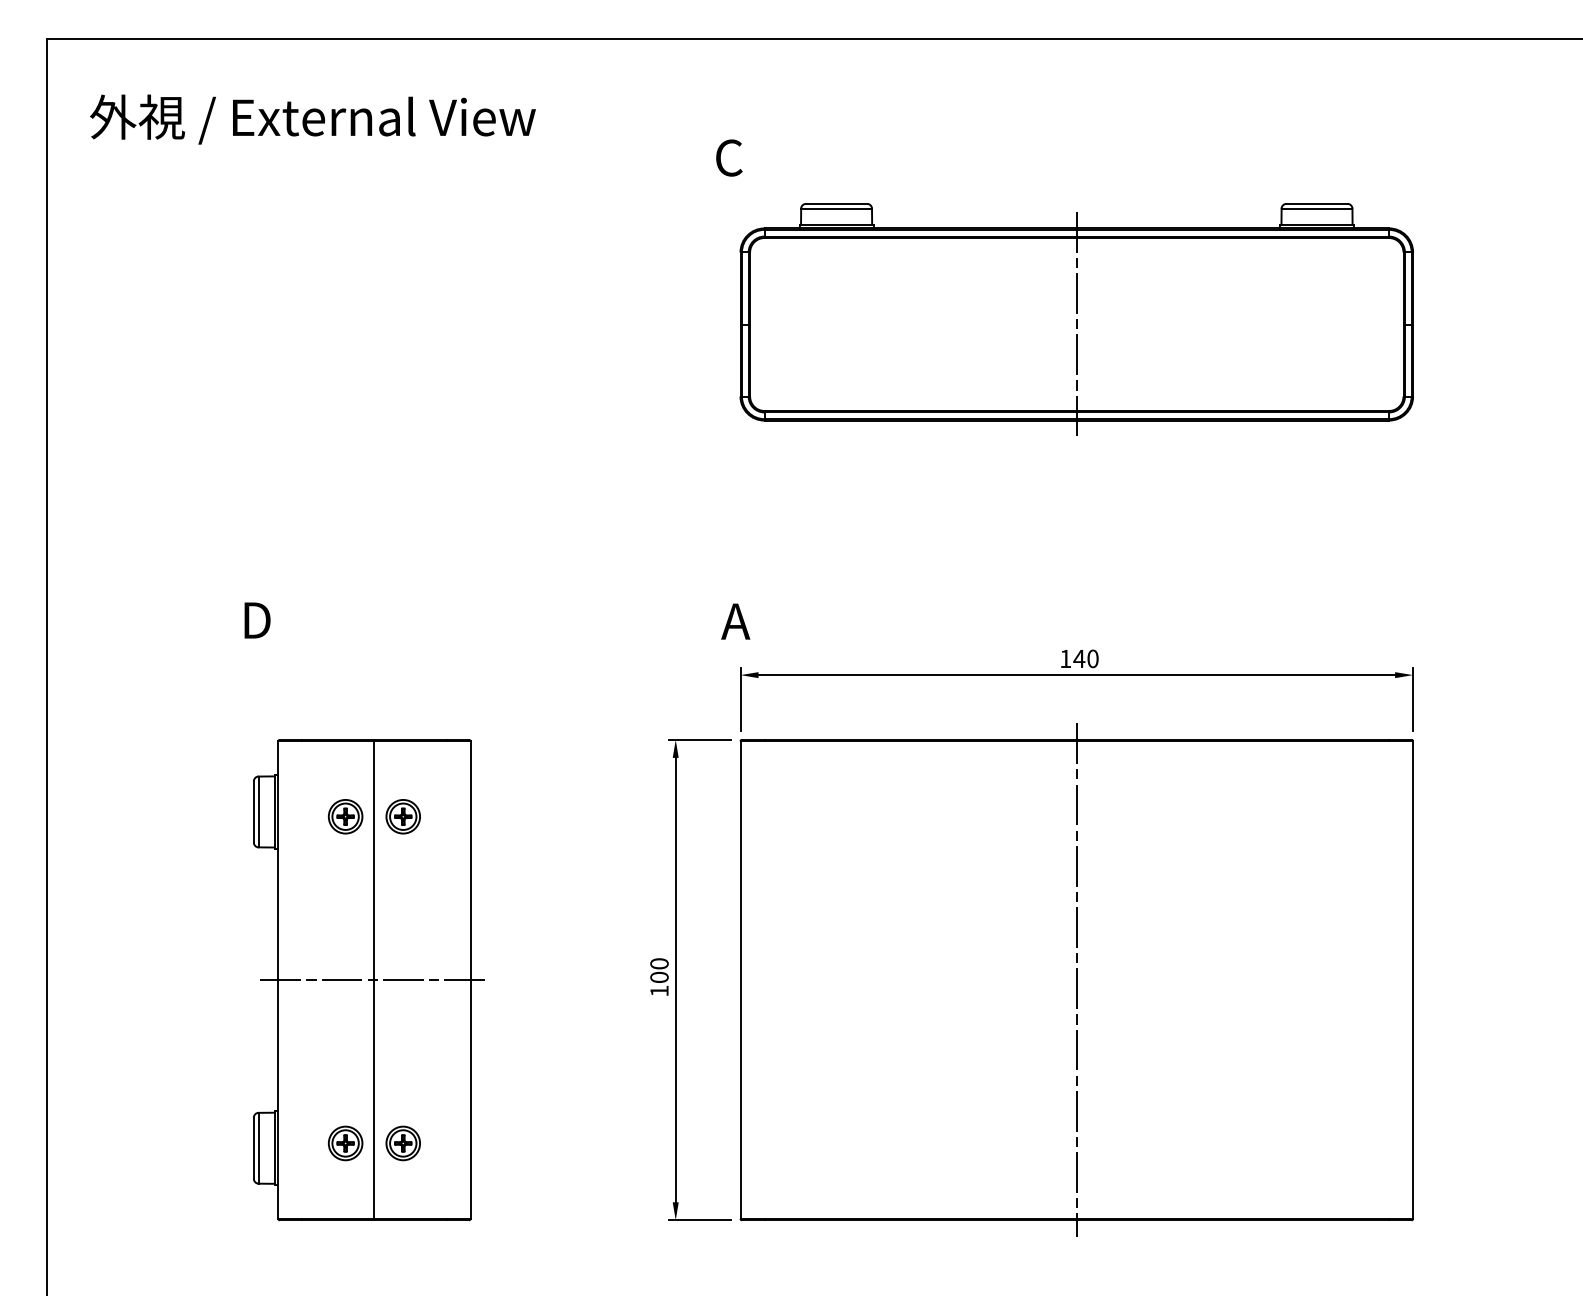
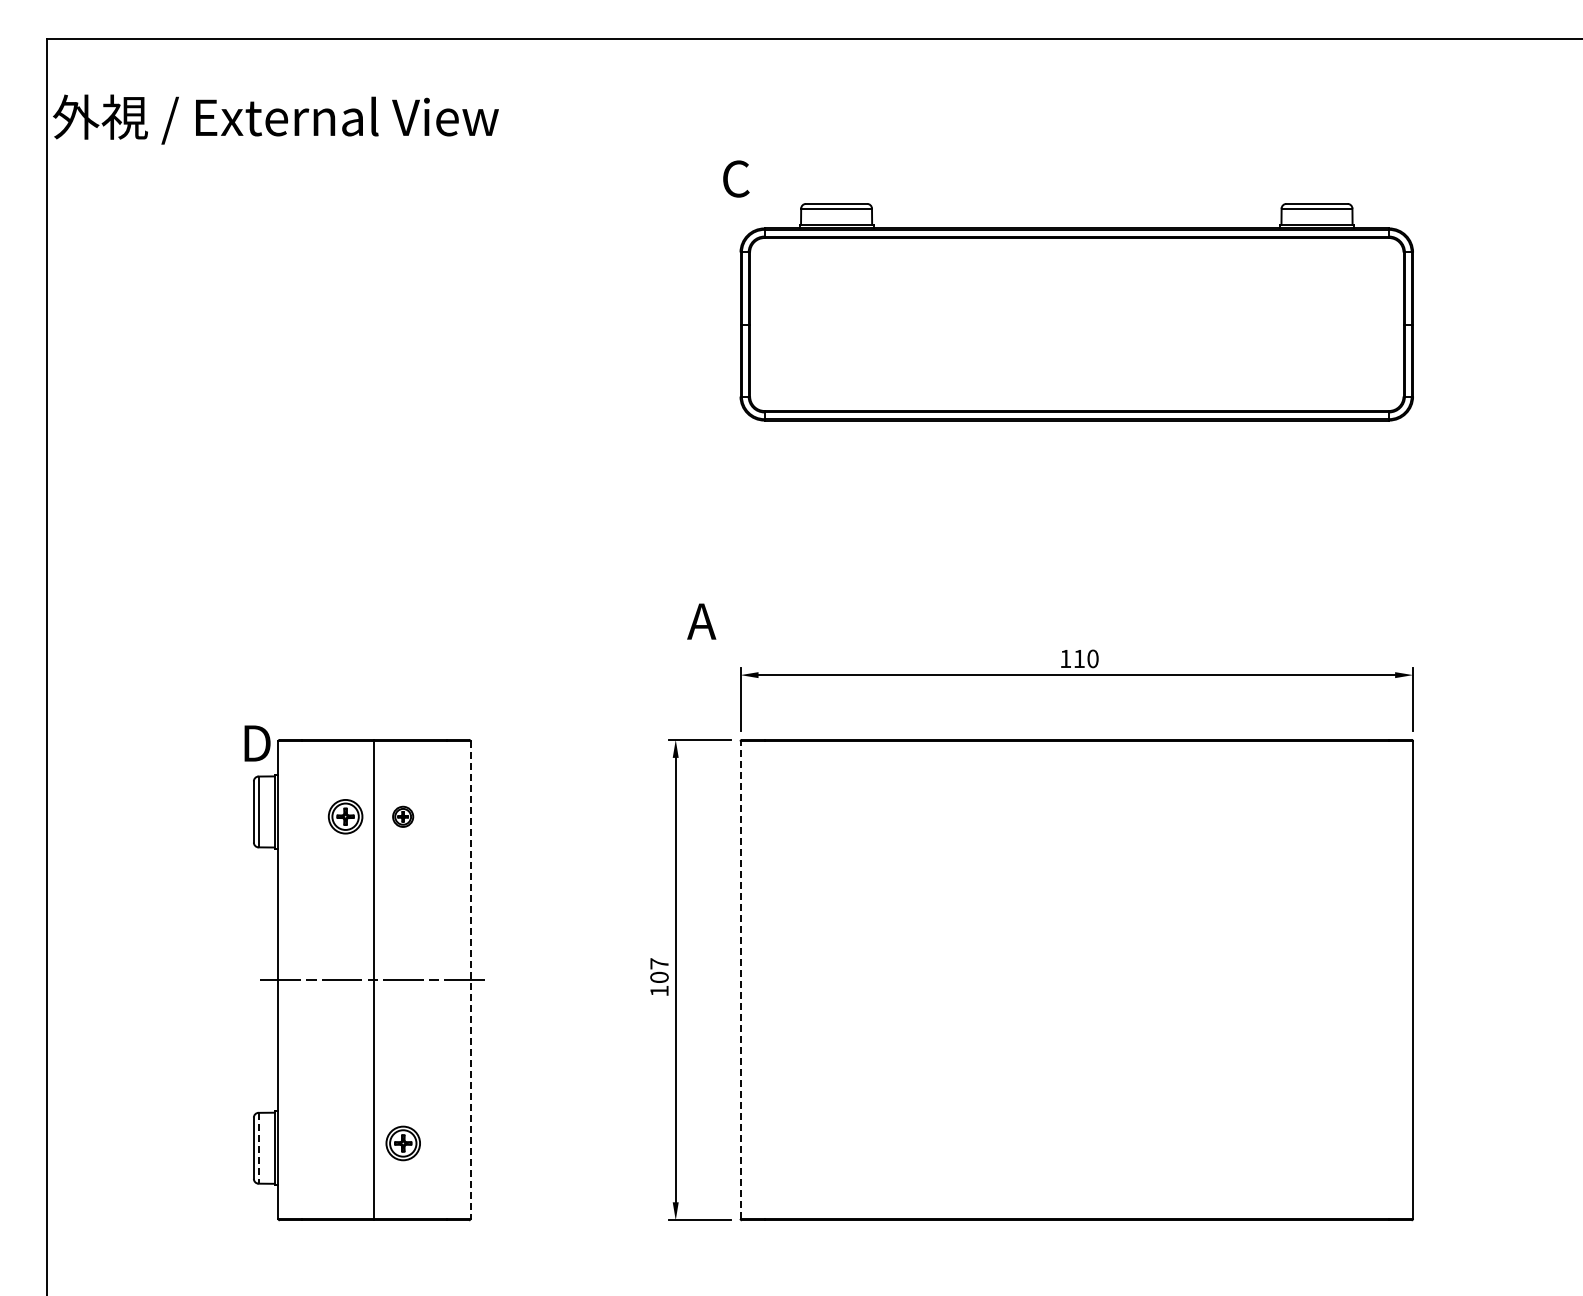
text at (312, 119) position: (312, 119) -> (275, 119)
text at (729, 157) position: (729, 157) -> (736, 178)
line at (1076, 324): present -> none
text at (257, 620) position: (257, 620) -> (257, 743)
text at (735, 621) position: (735, 621) -> (701, 621)
text at (1079, 658): 140 -> 110
part at (402, 816) size: 36x36 px -> 23x23 px
text at (659, 963): 100 -> 107
line at (1076, 979): present -> none
line at (470, 980): solid -> dashed
line at (740, 980): solid -> dashed
part at (345, 1143): present -> none
line at (258, 1148): solid -> dashed
